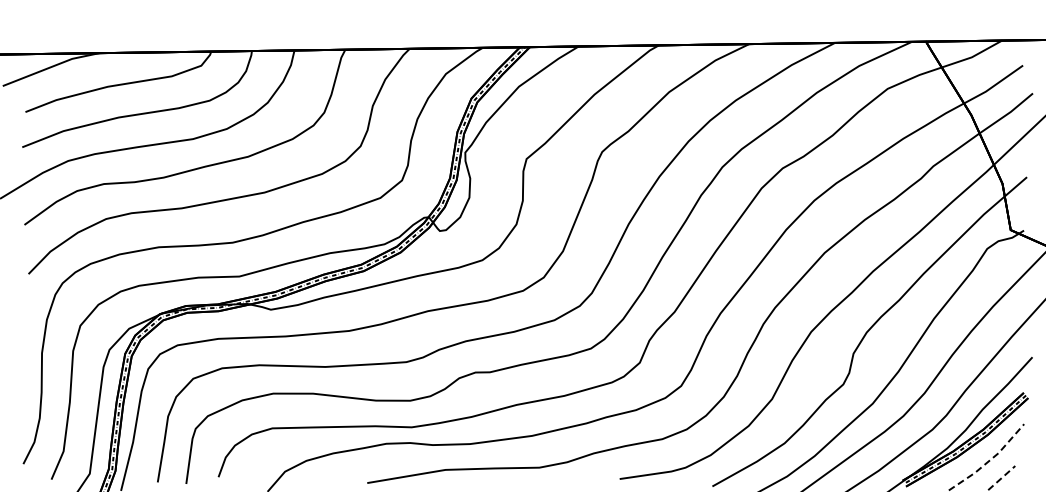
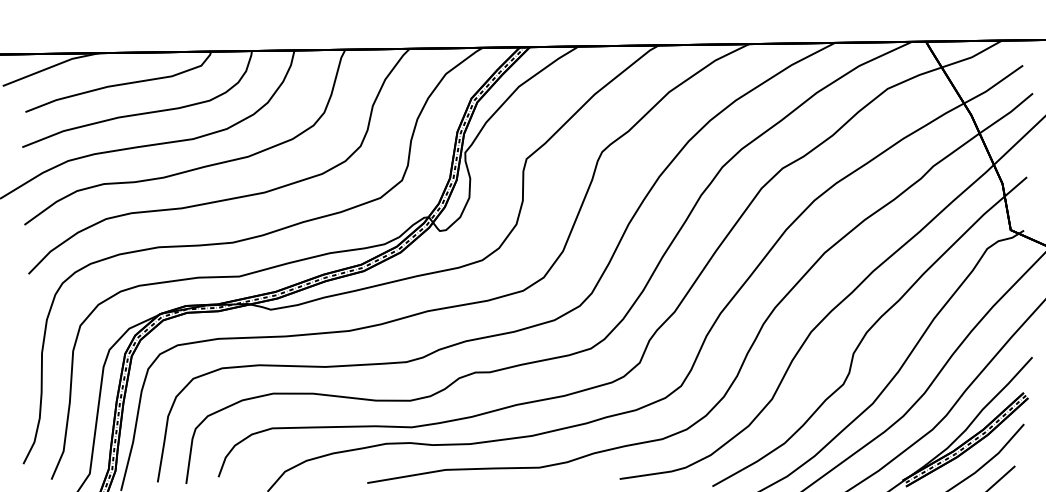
line at (988, 461): dashed -> solid
line at (1001, 478): dashed -> solid
